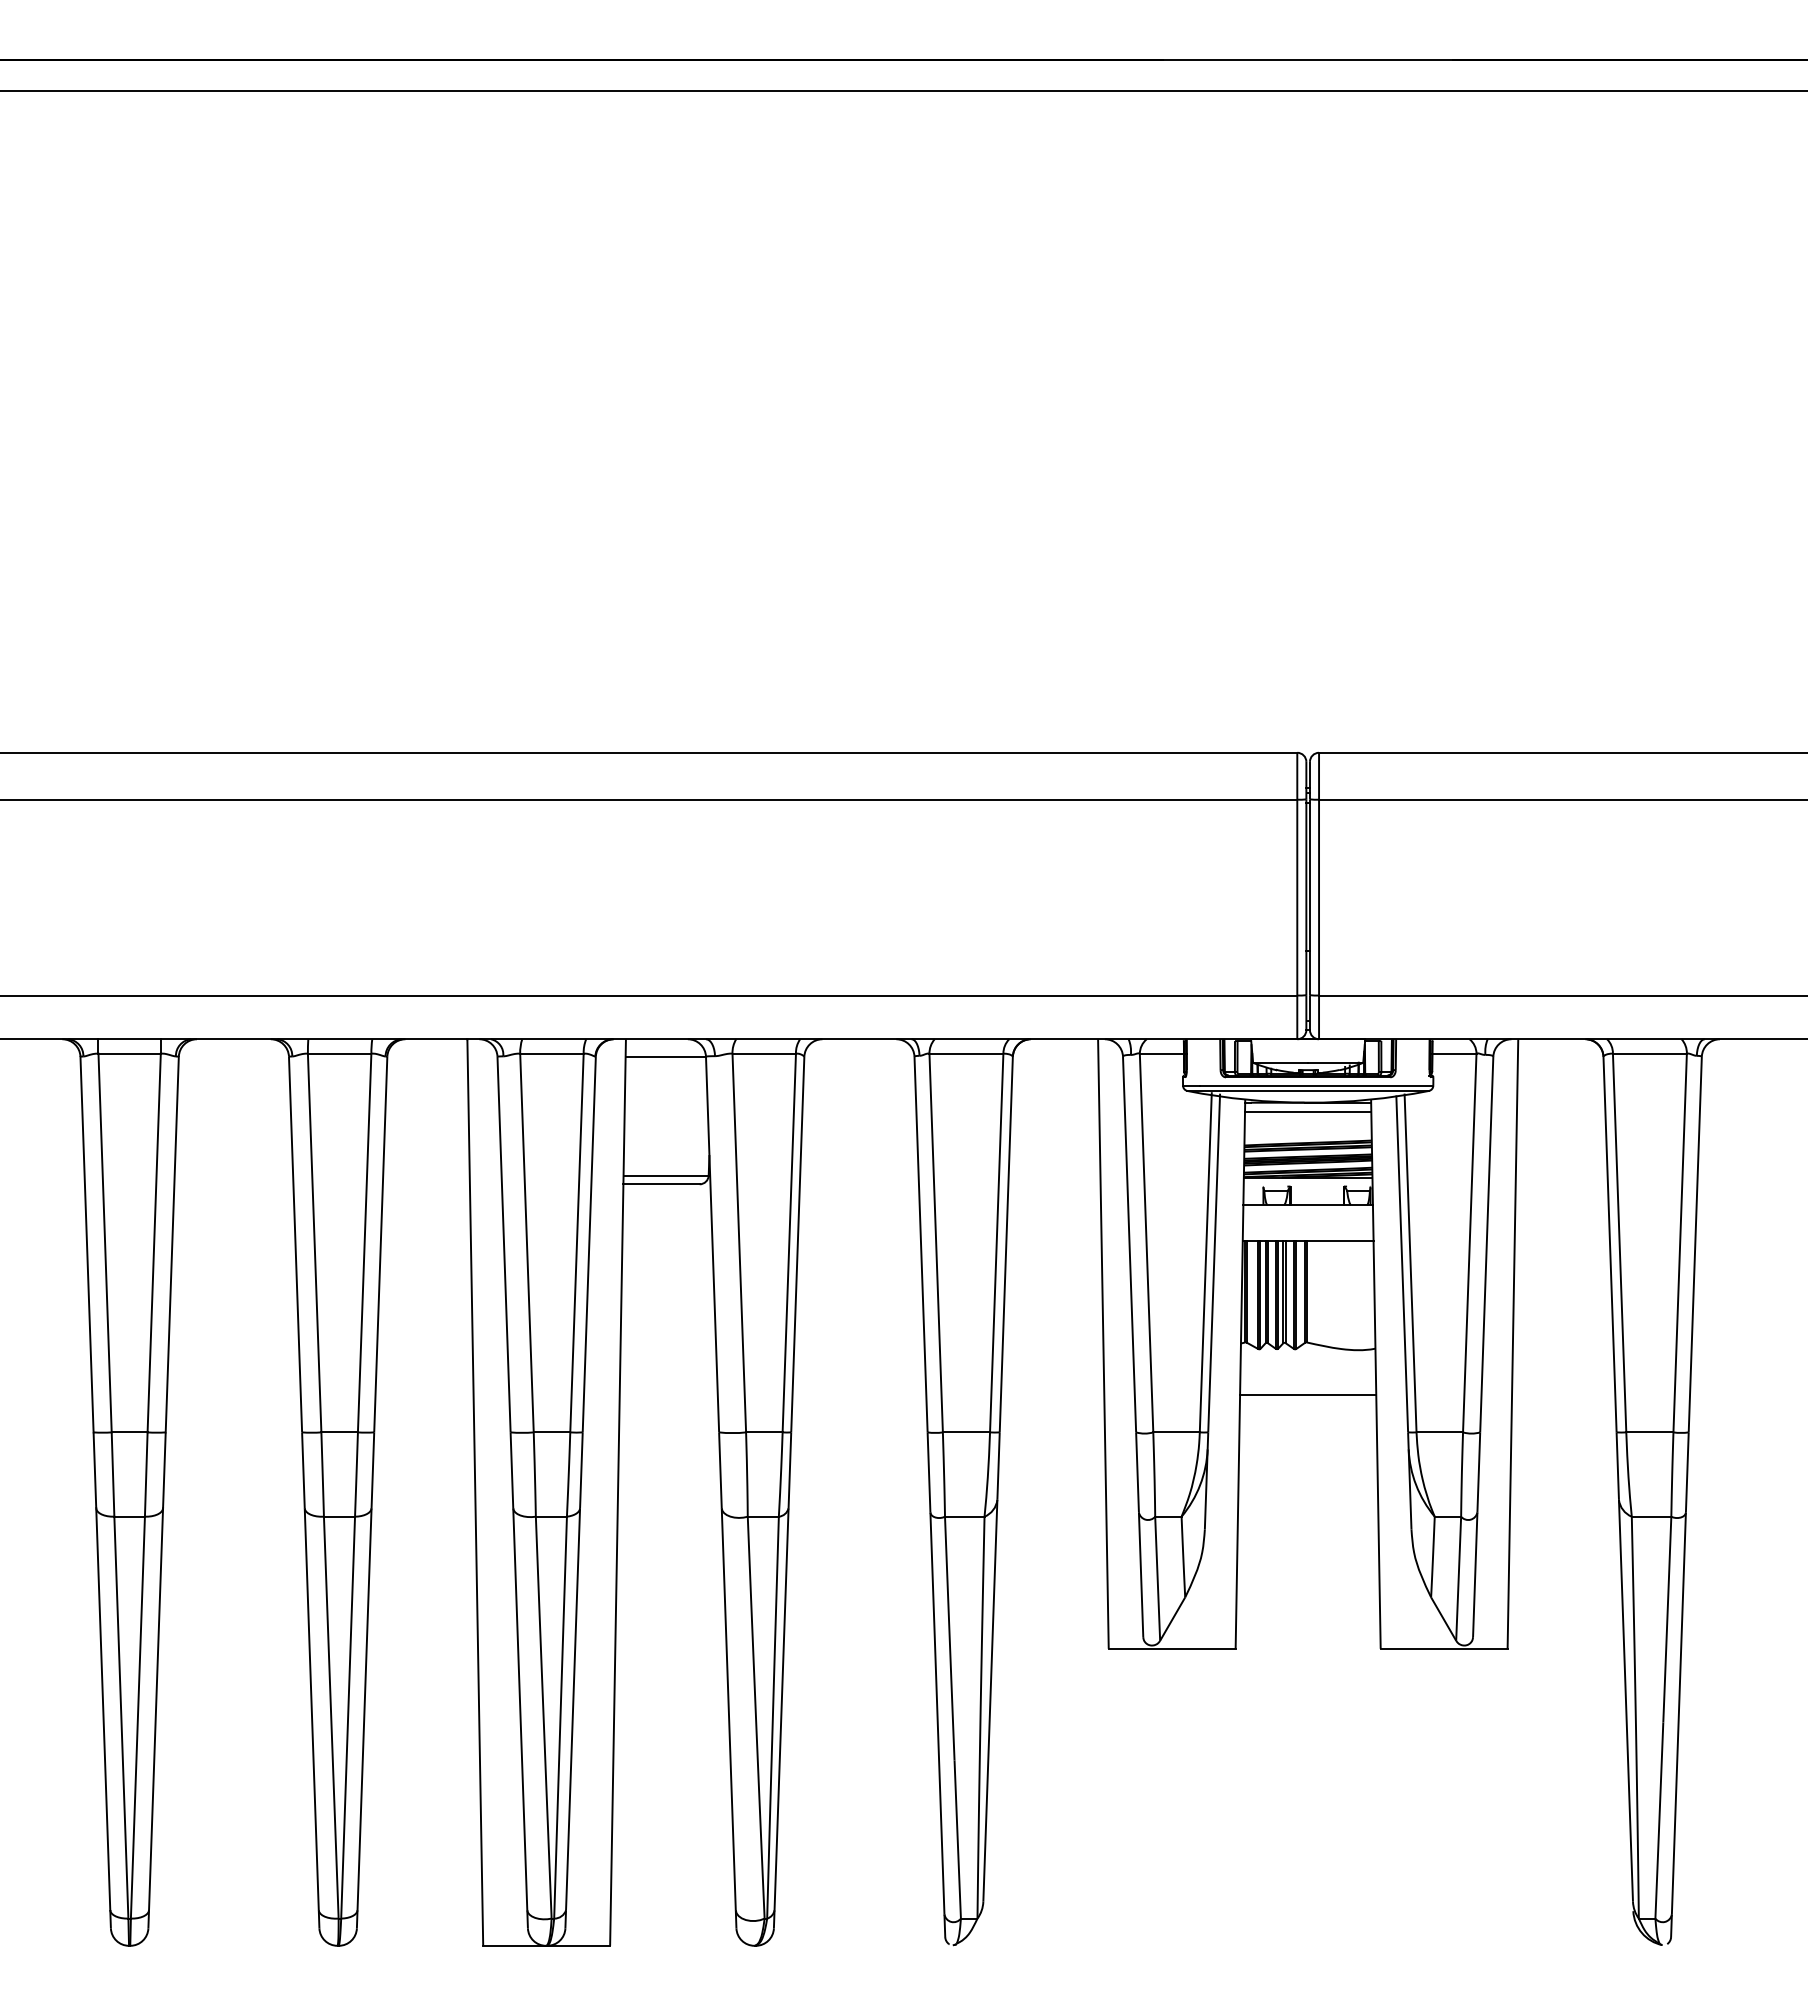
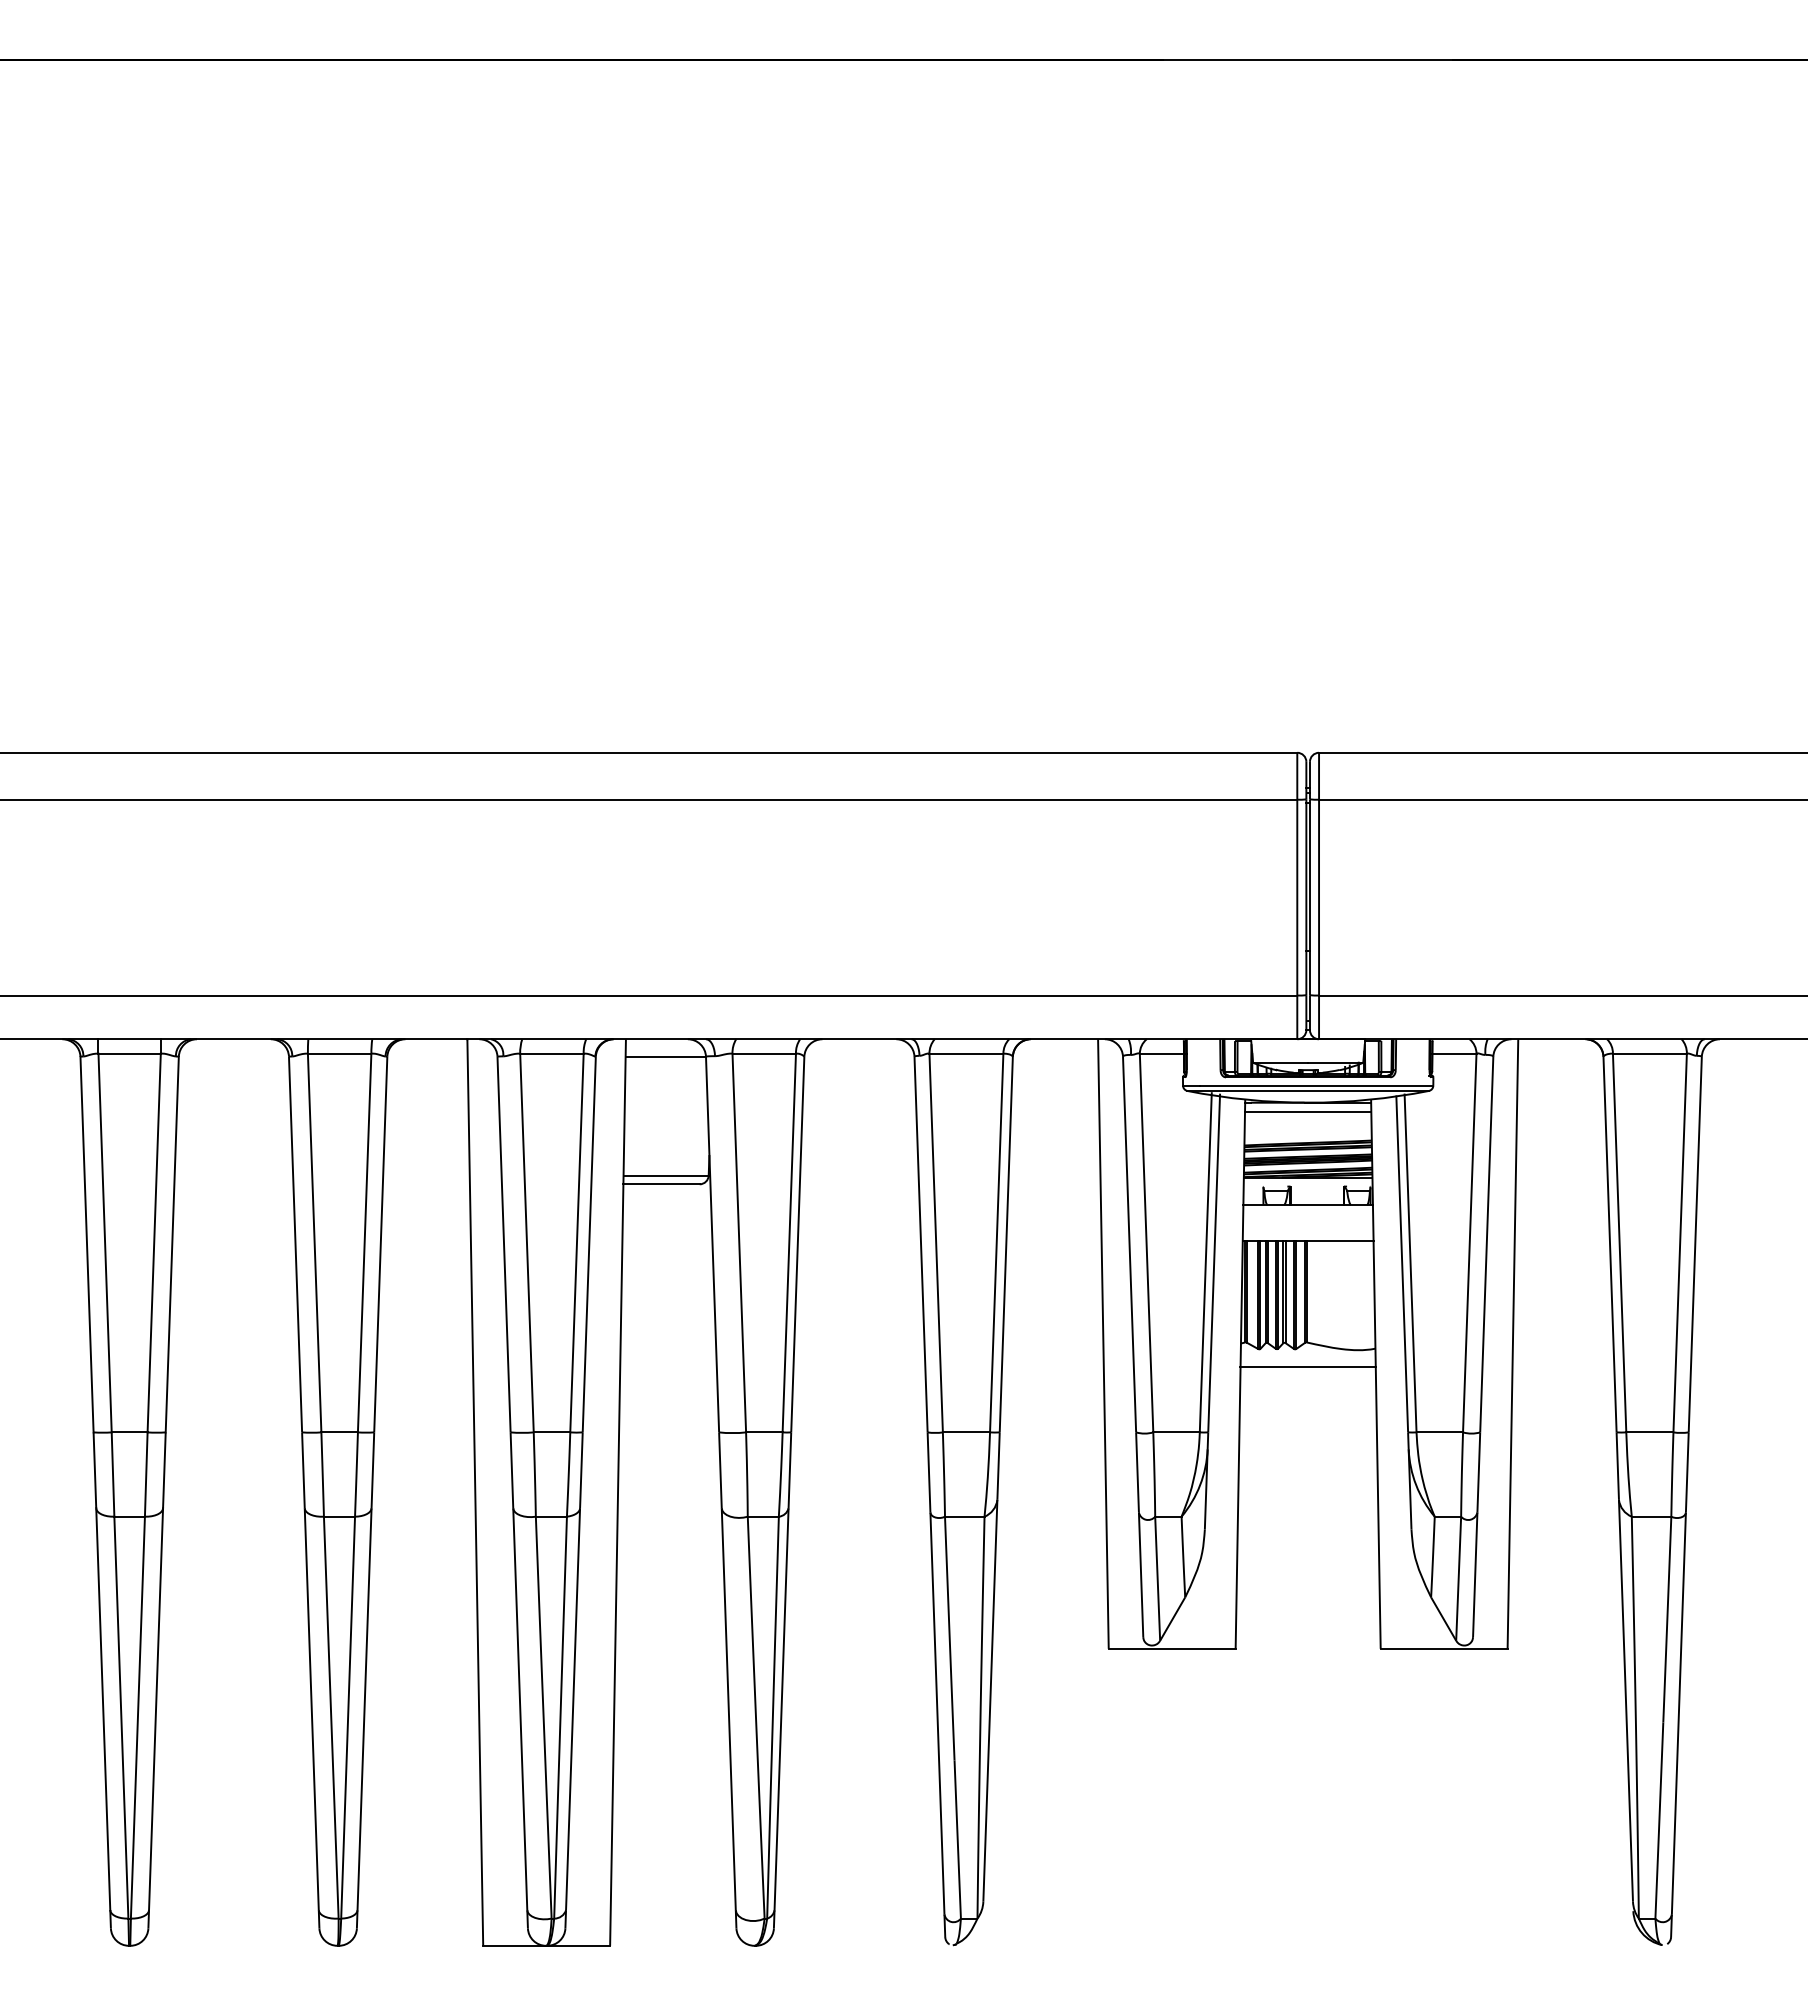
line at (903, 91): present -> none
line at (1308, 1395) position: (1308, 1395) -> (1308, 1367)
